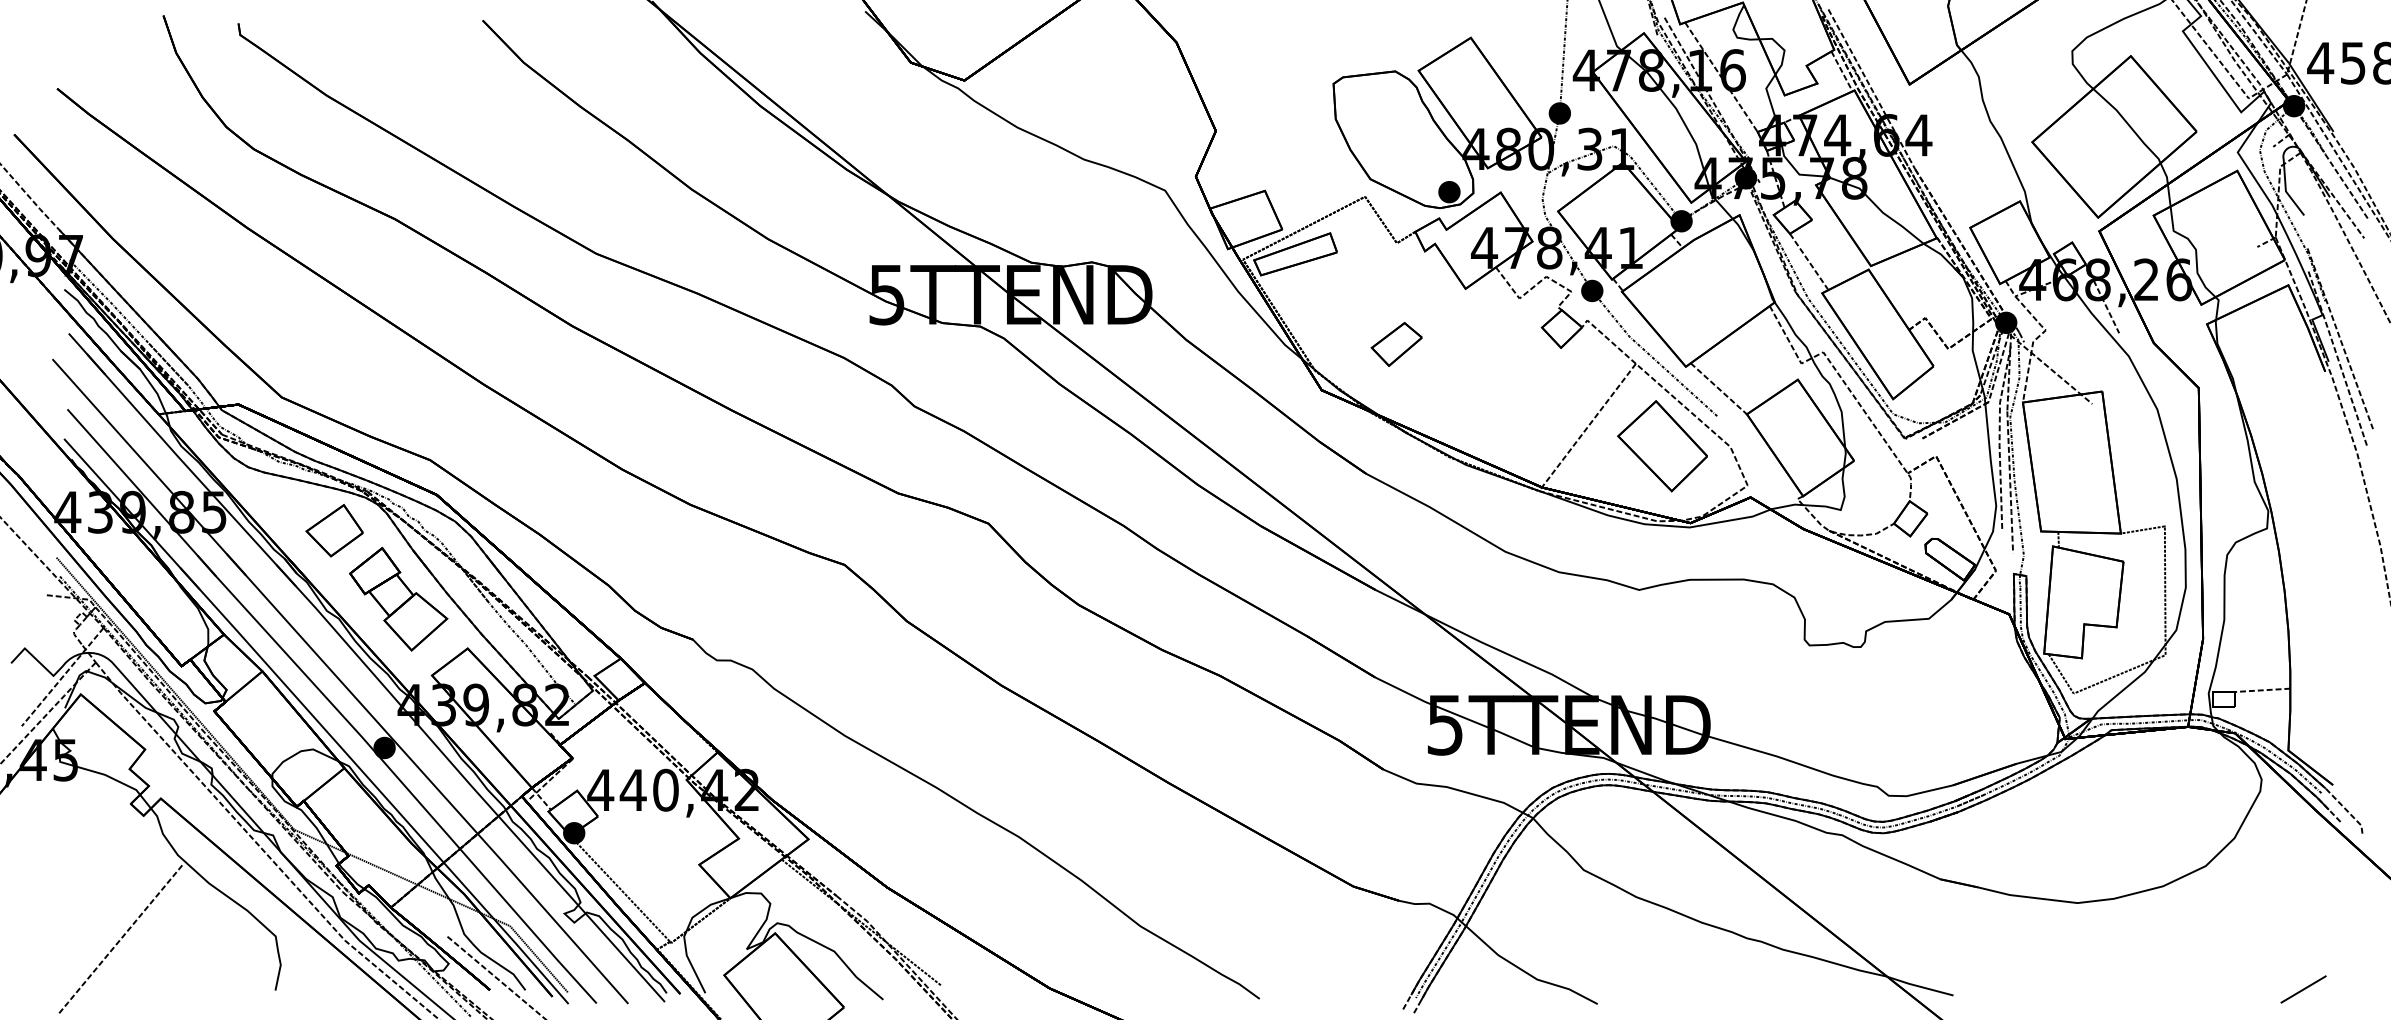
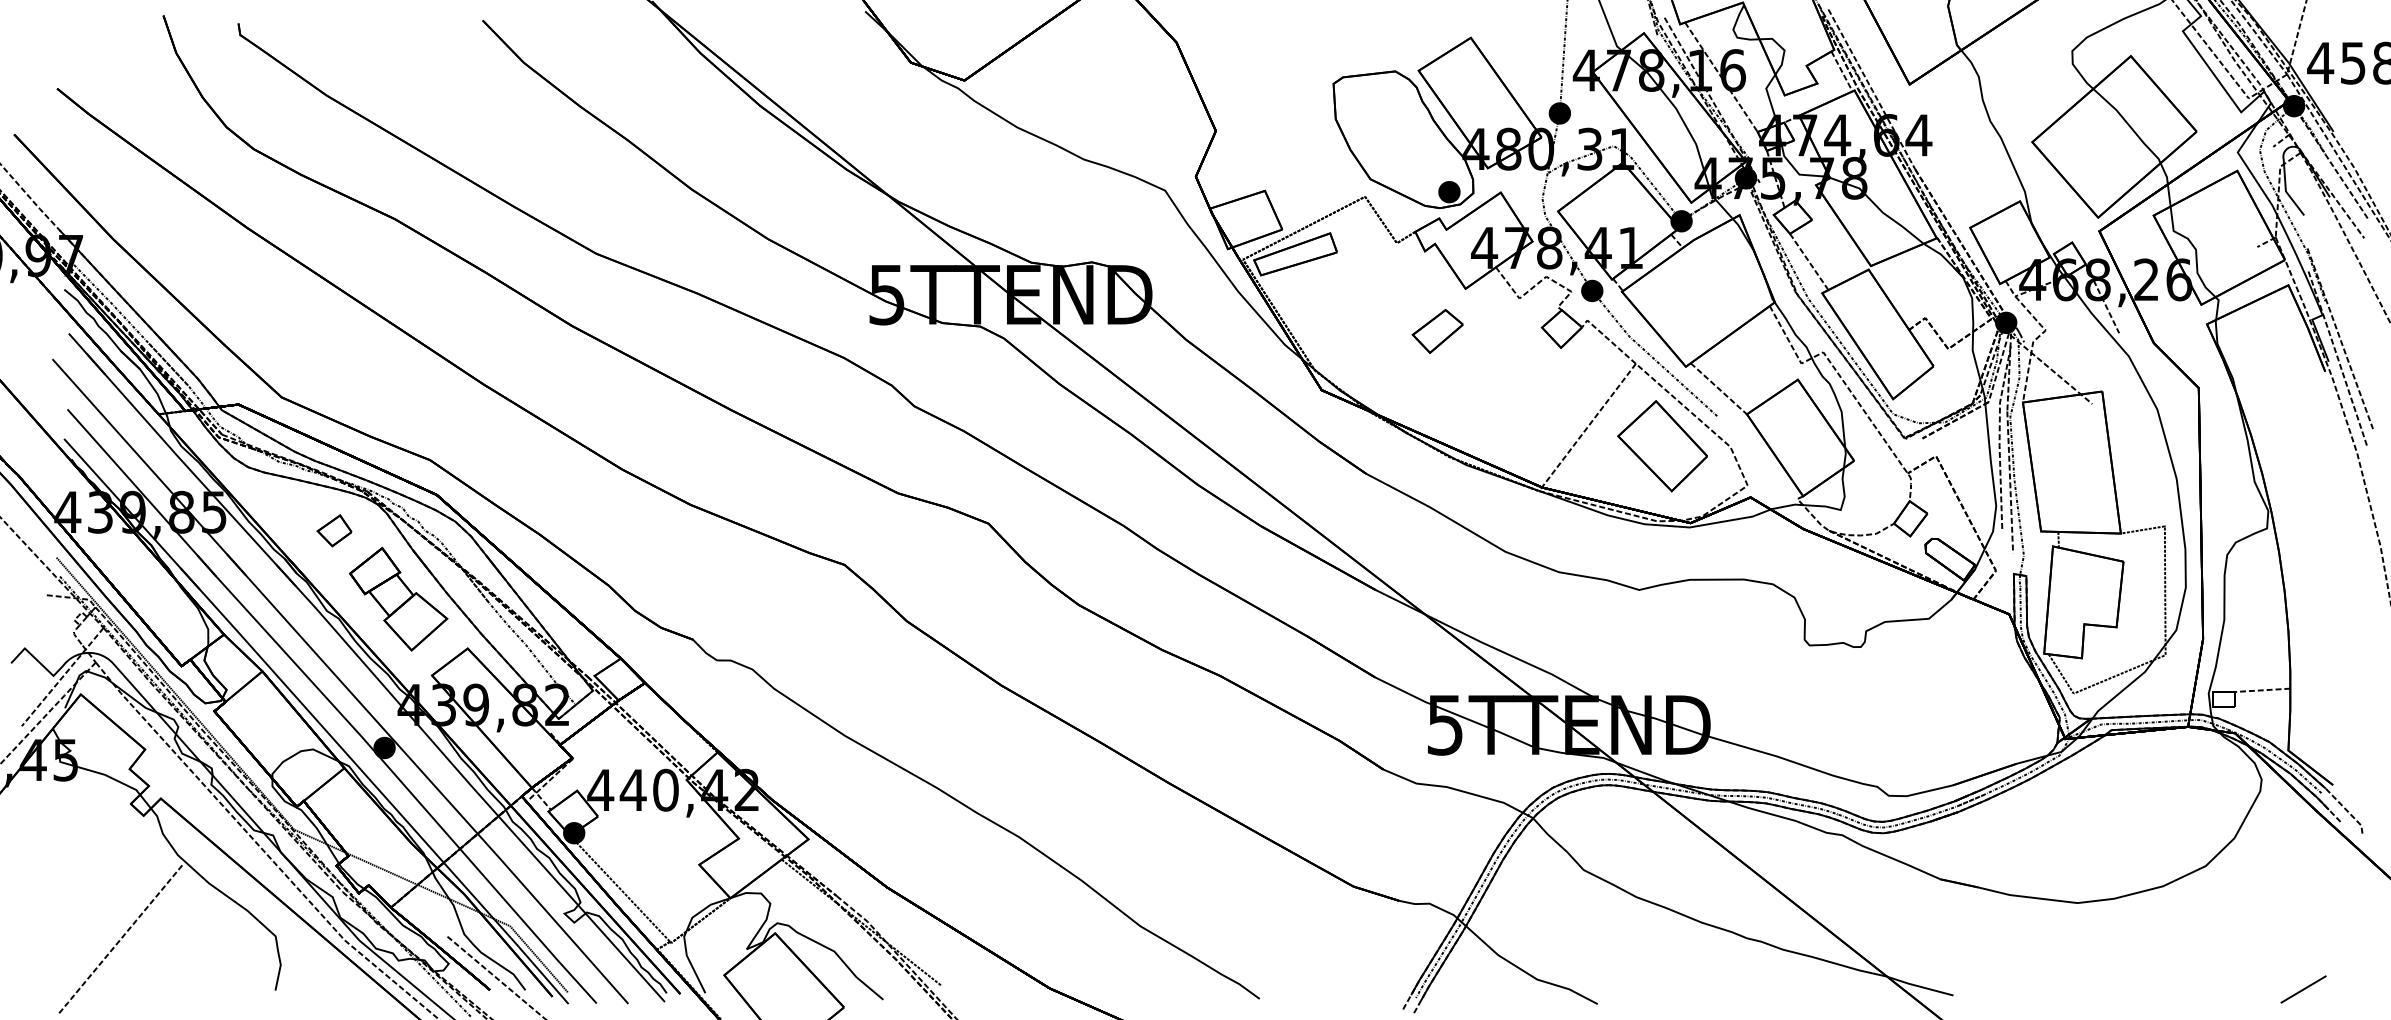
part at (1396, 344) position: (1396, 344) -> (1437, 331)
part at (334, 530) size: 59x54 px -> 37x34 px
